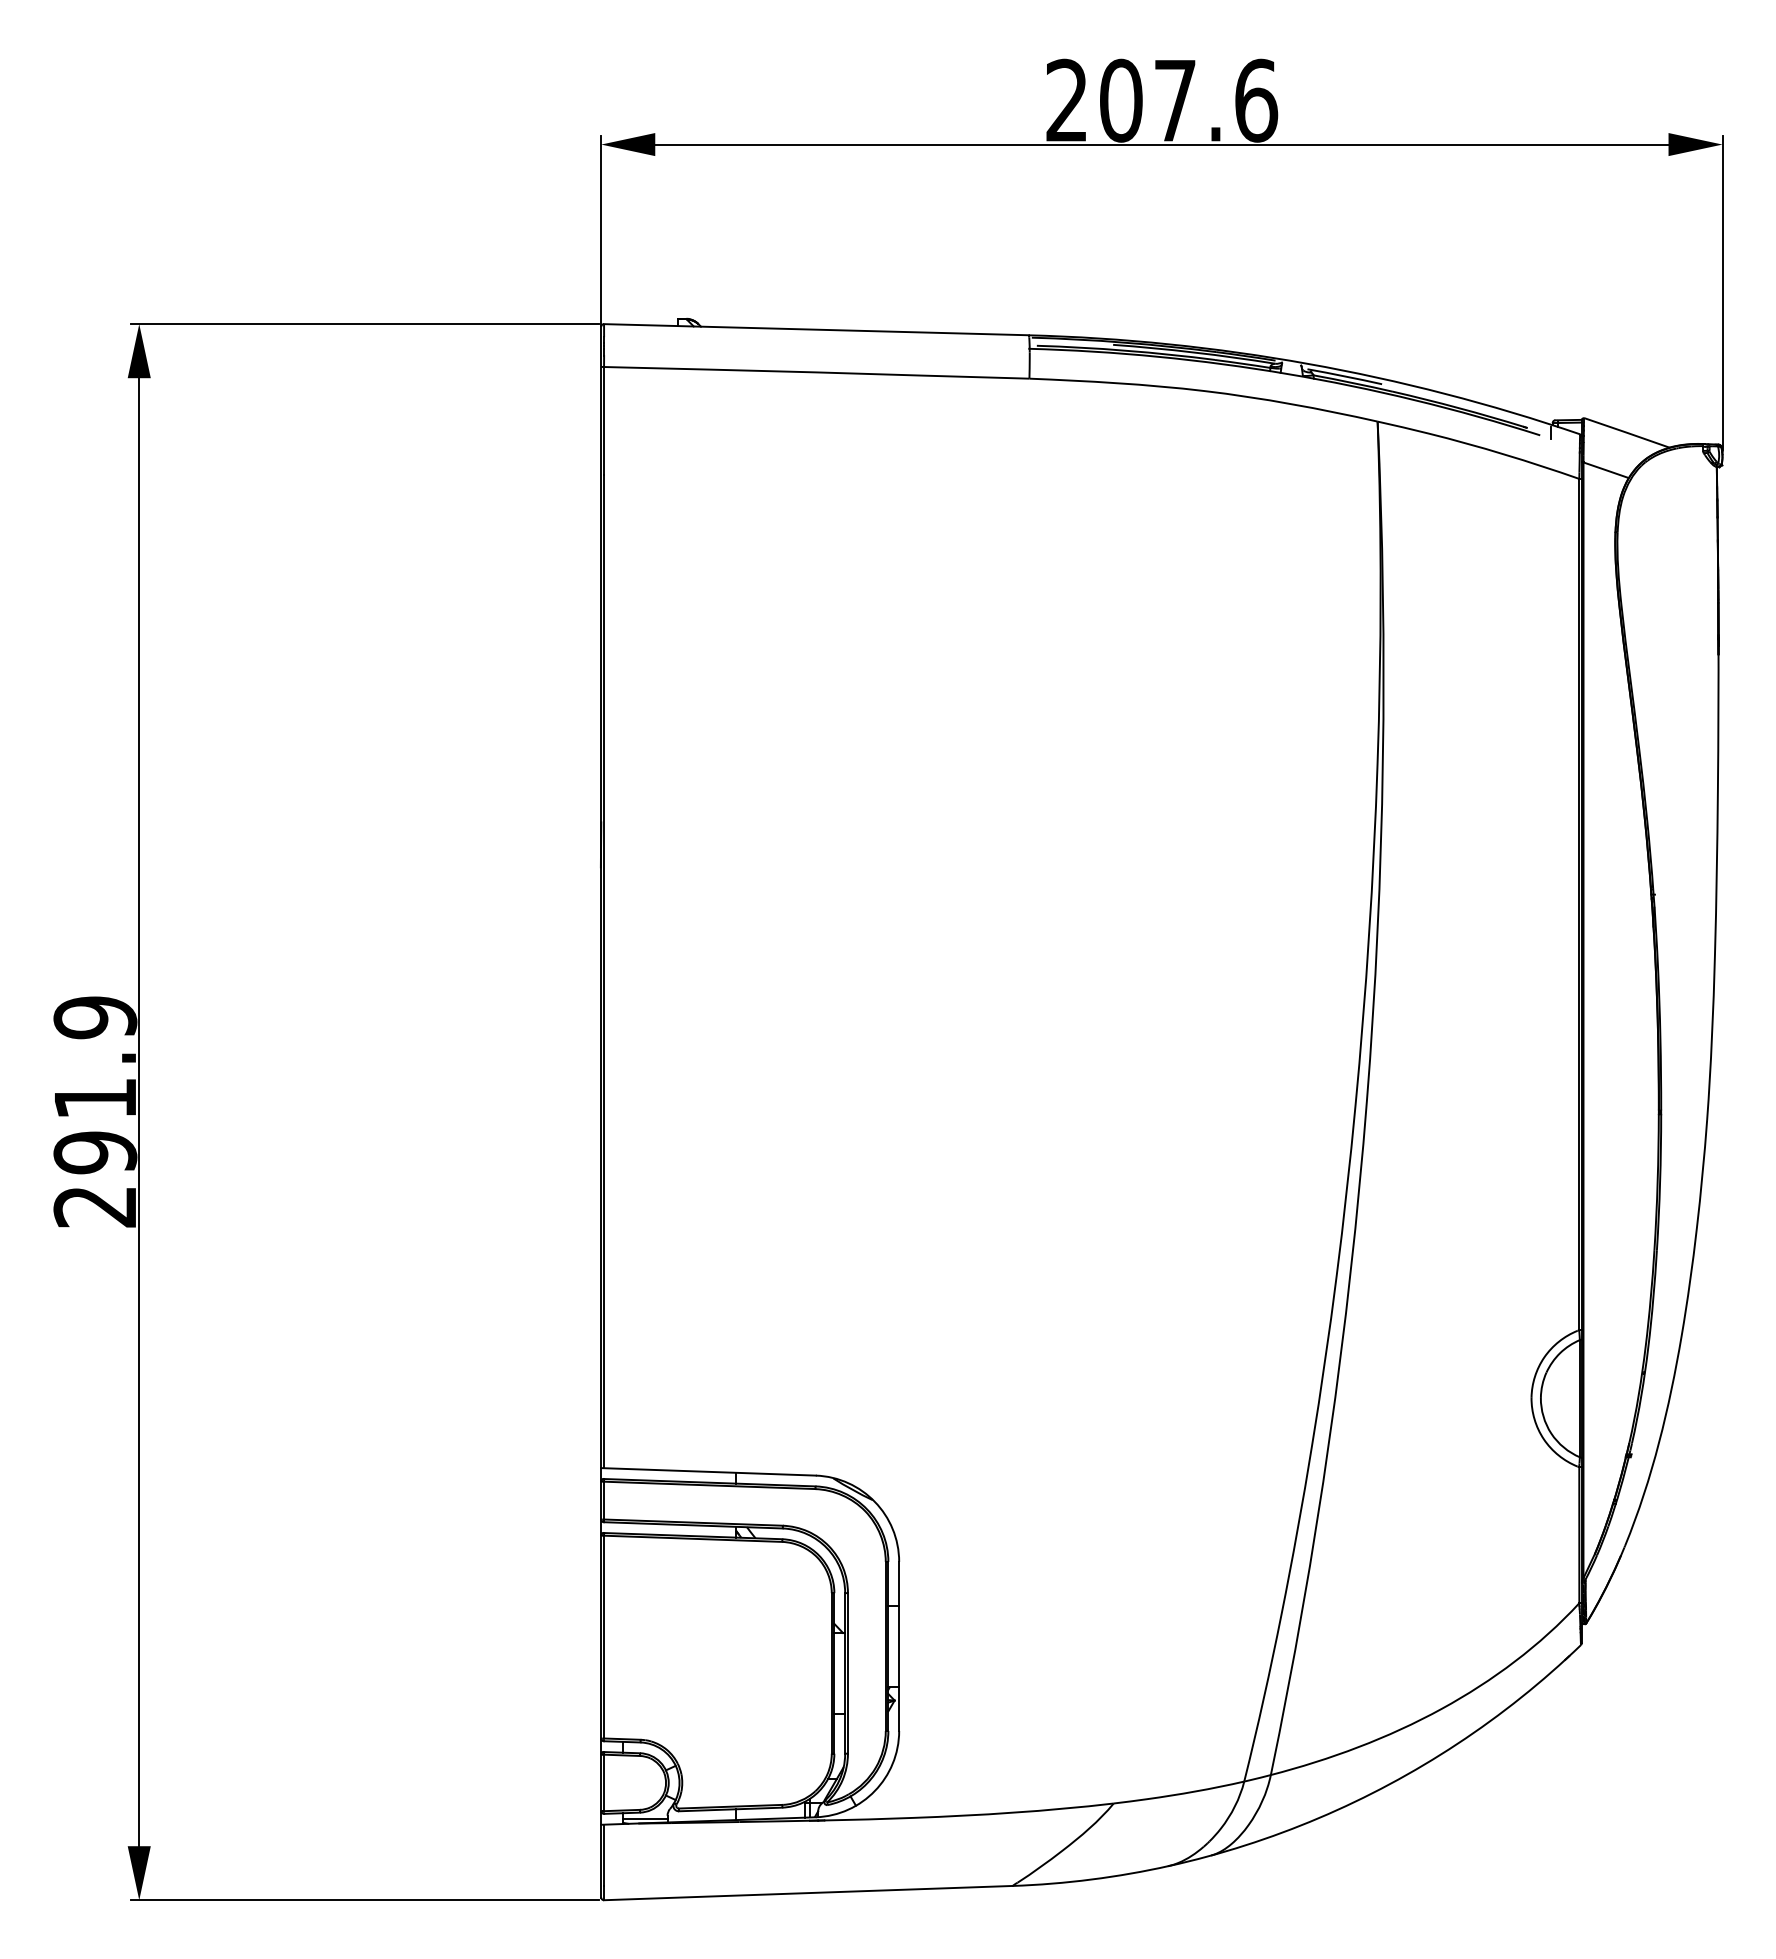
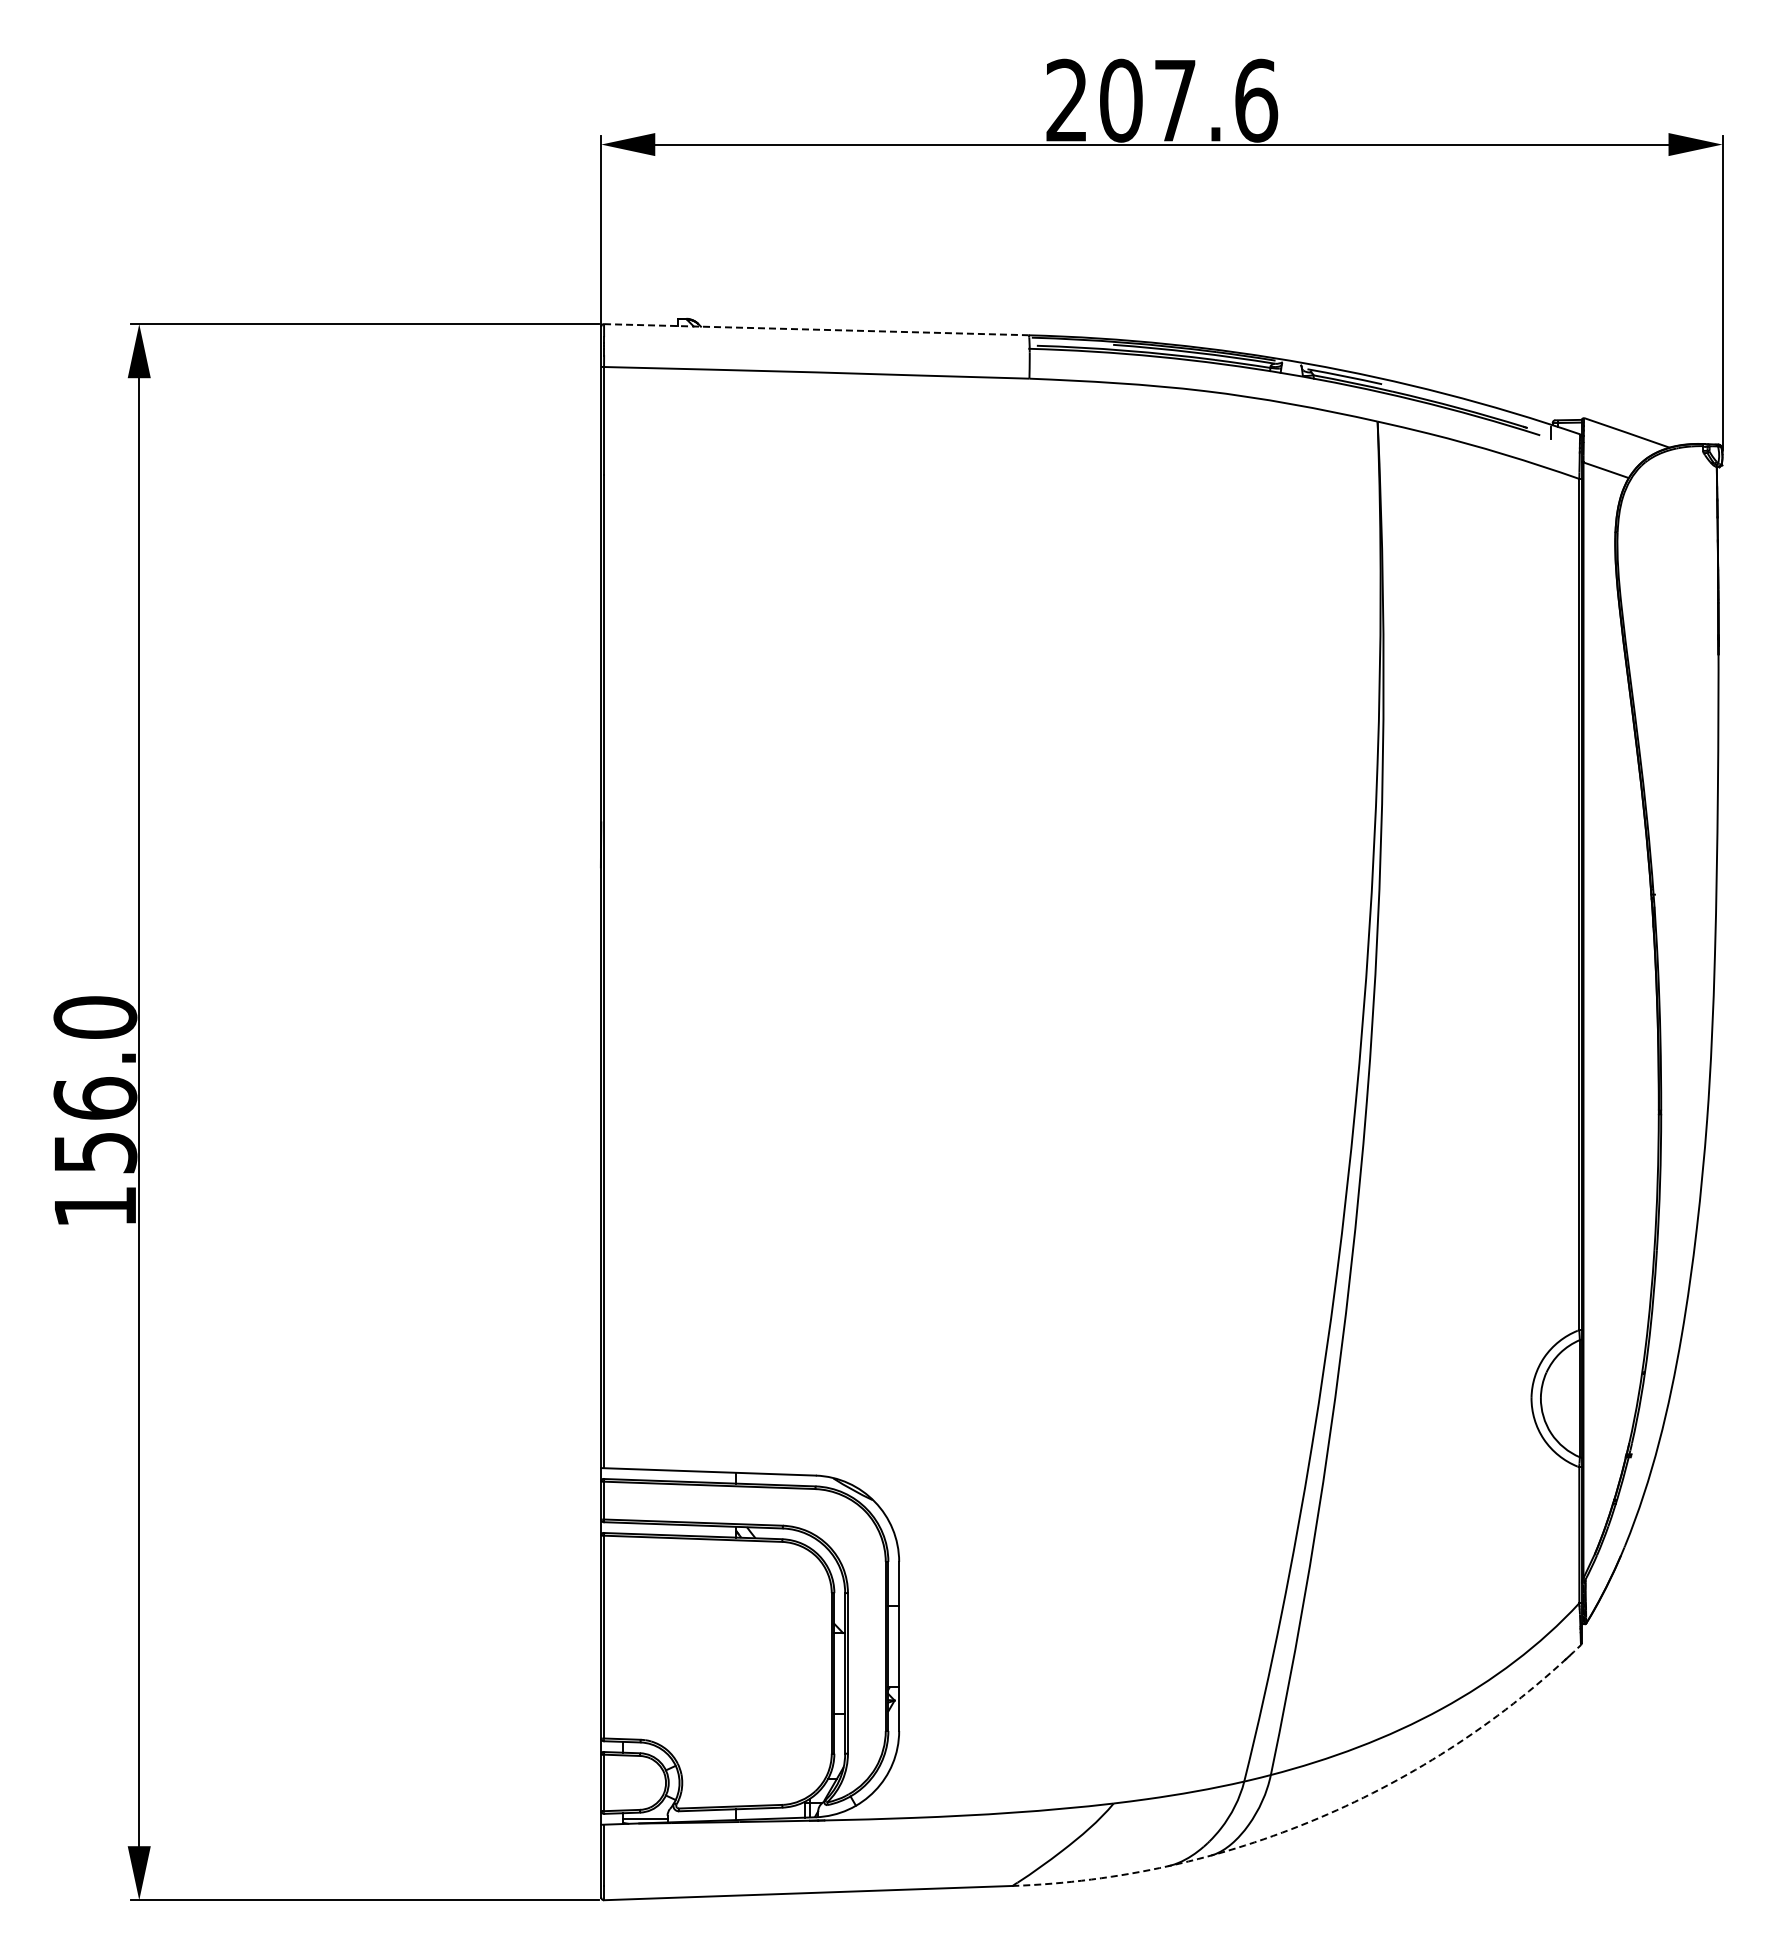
line at (816, 329): solid -> dashed
text at (95, 1111): 291.9 -> 156.0
arc at (1318, 1818): solid -> dashed
